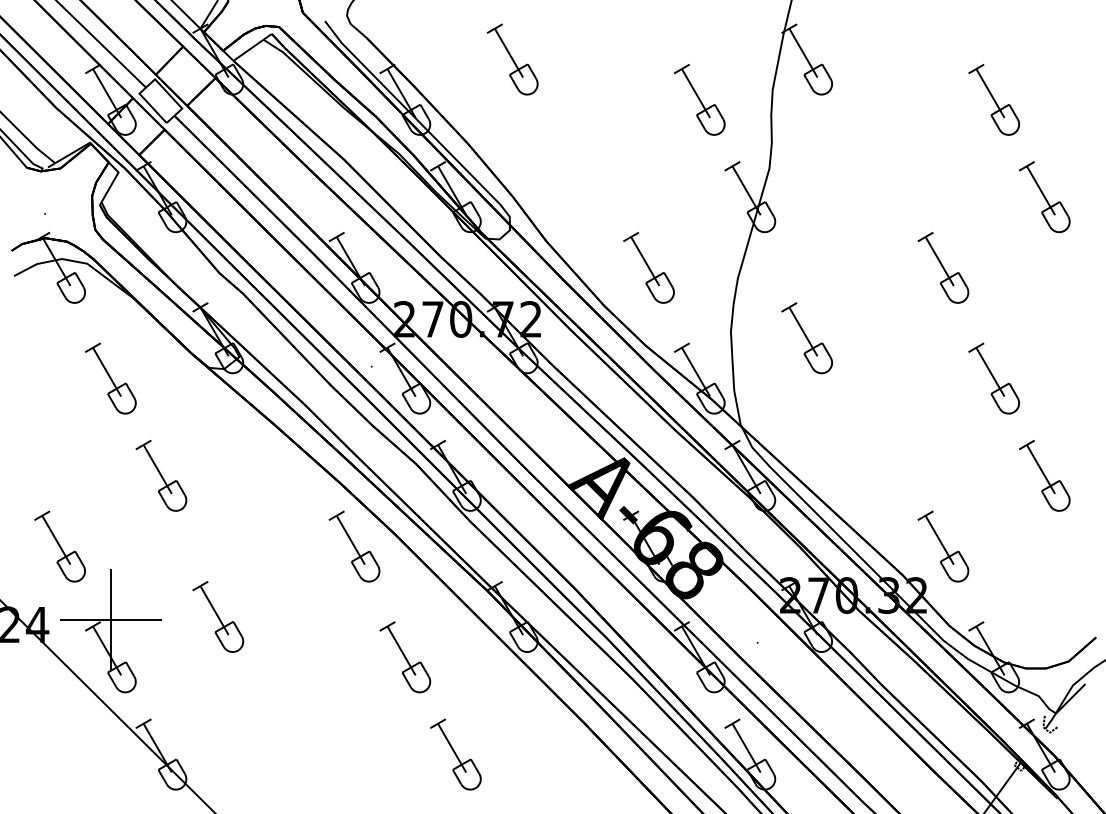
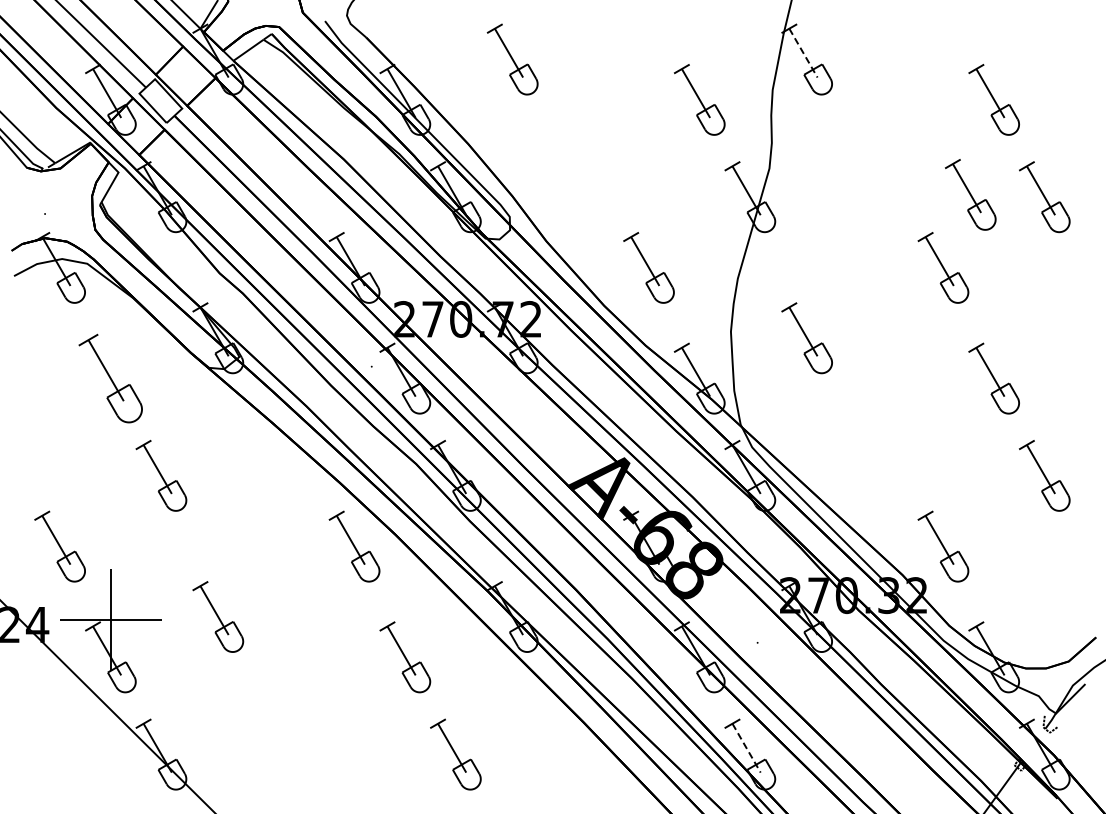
line at (803, 53): solid -> dashed
part at (970, 194): none -> present
part at (110, 378) size: 52x73 px -> 65x91 px
line at (746, 748): solid -> dashed
